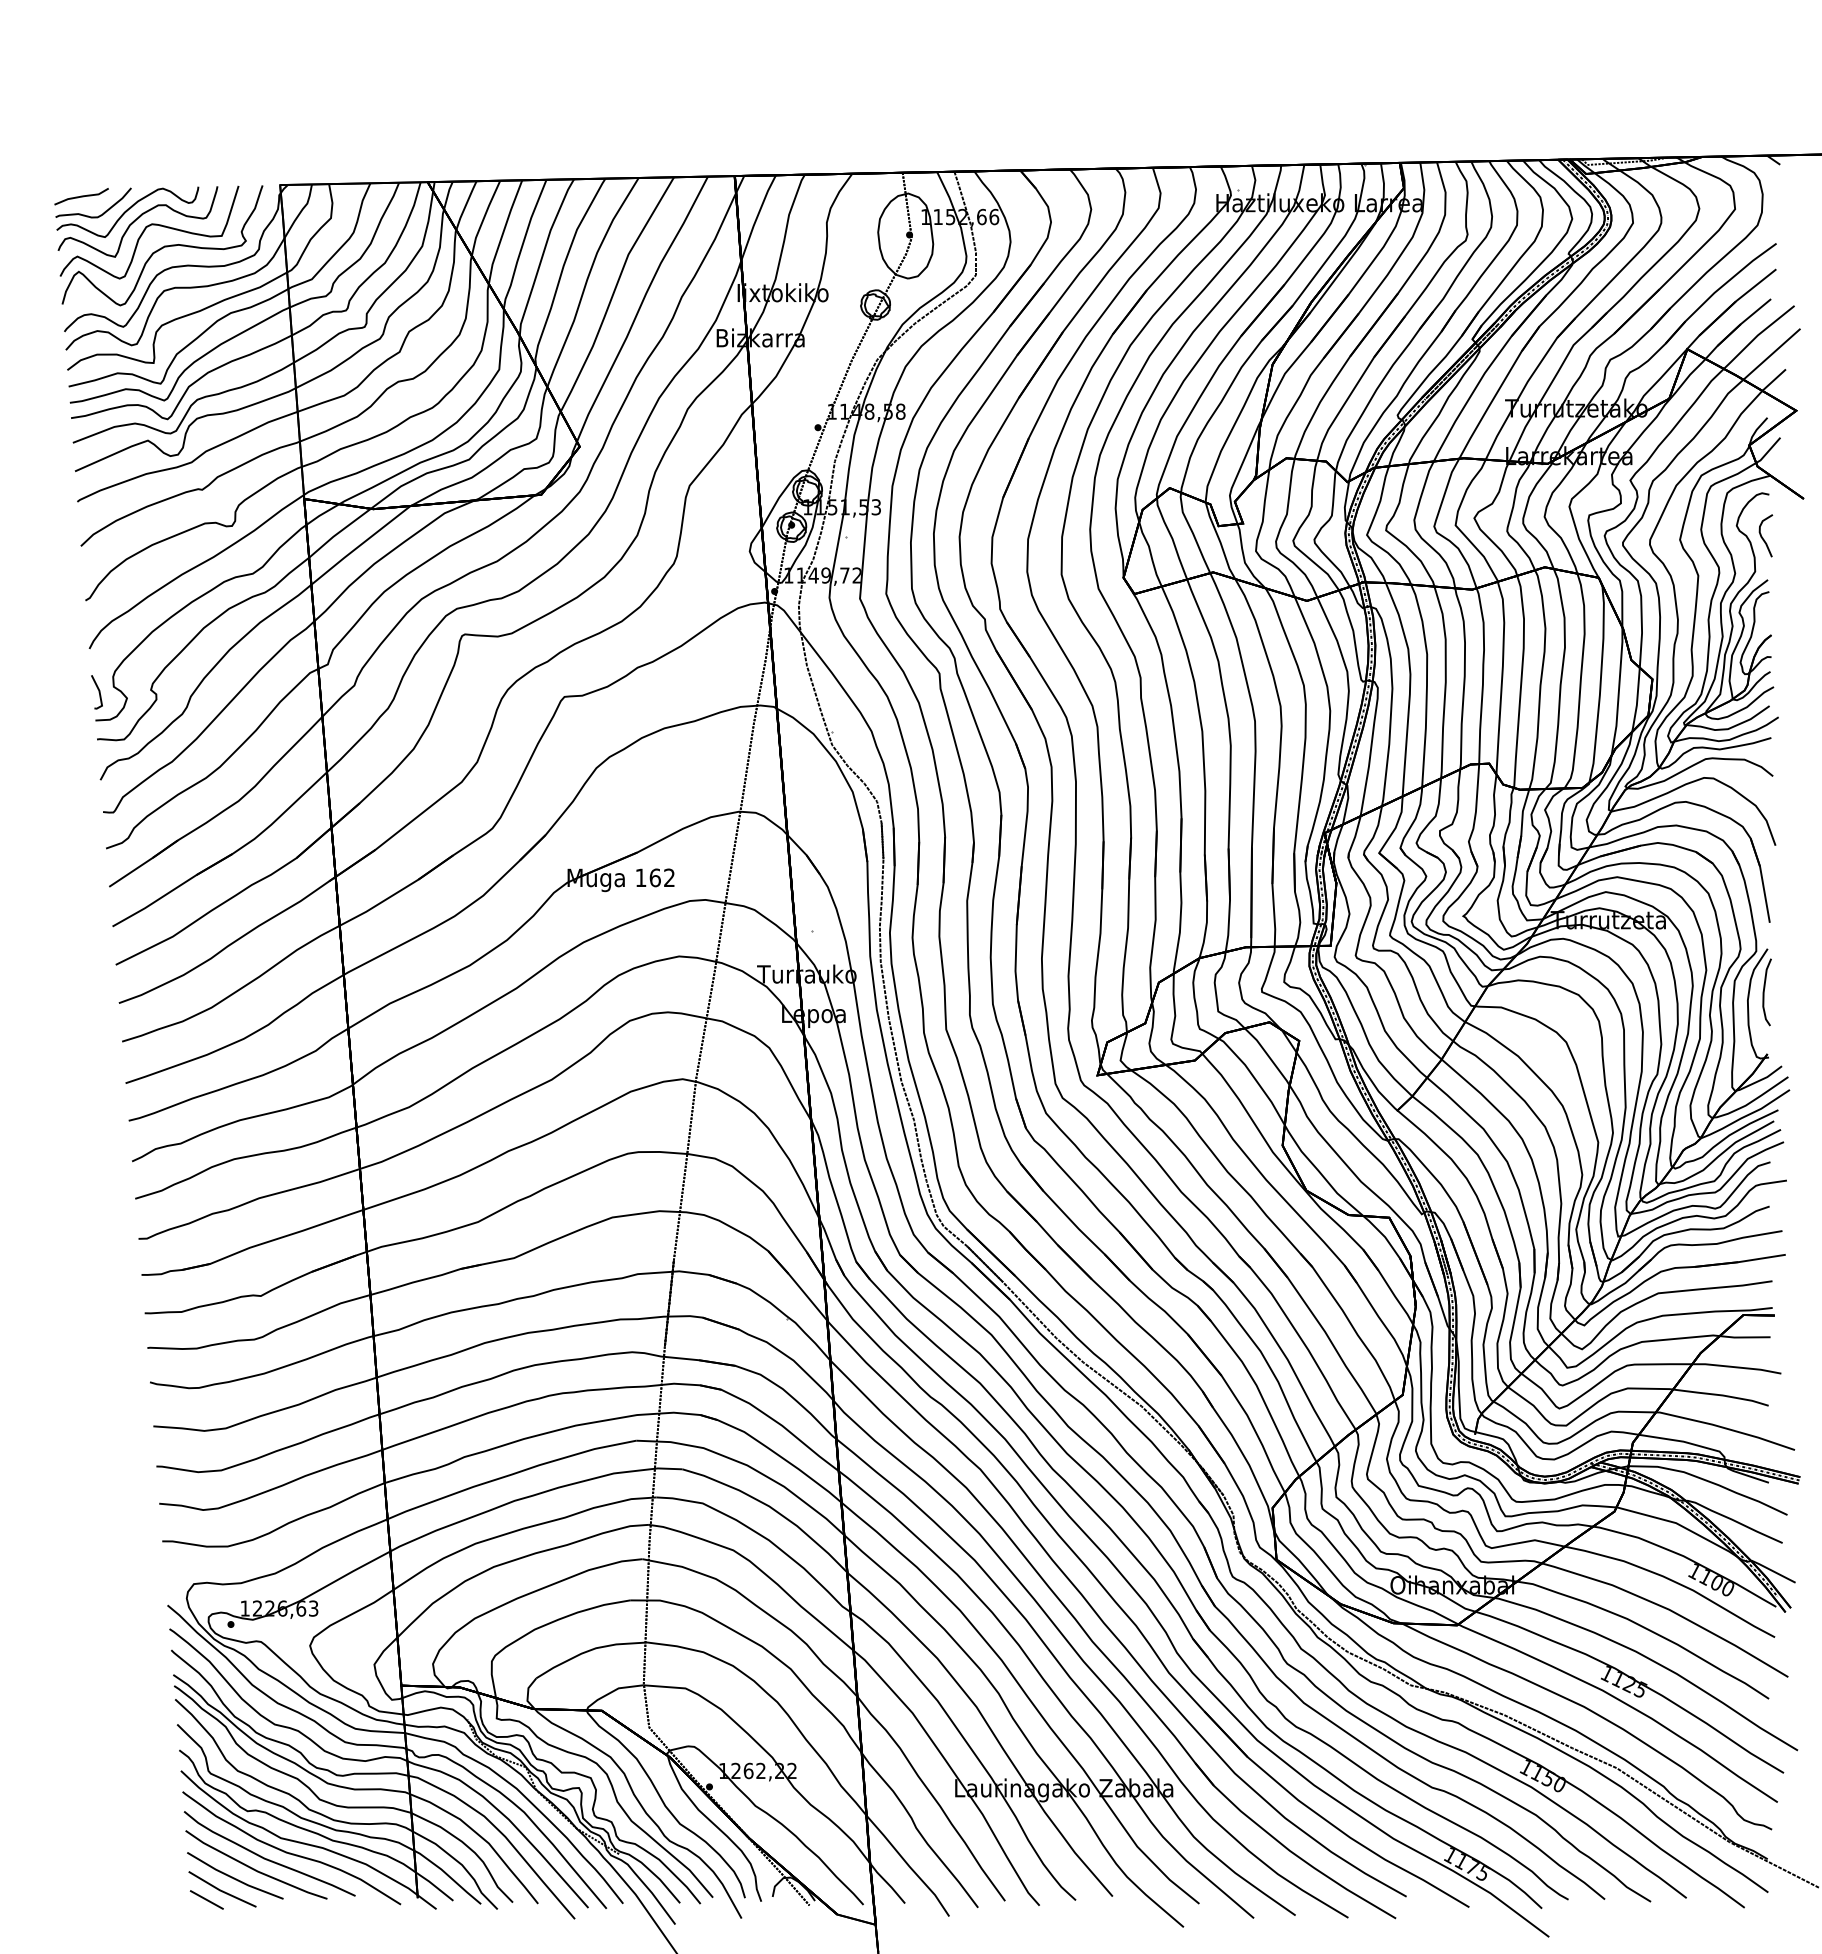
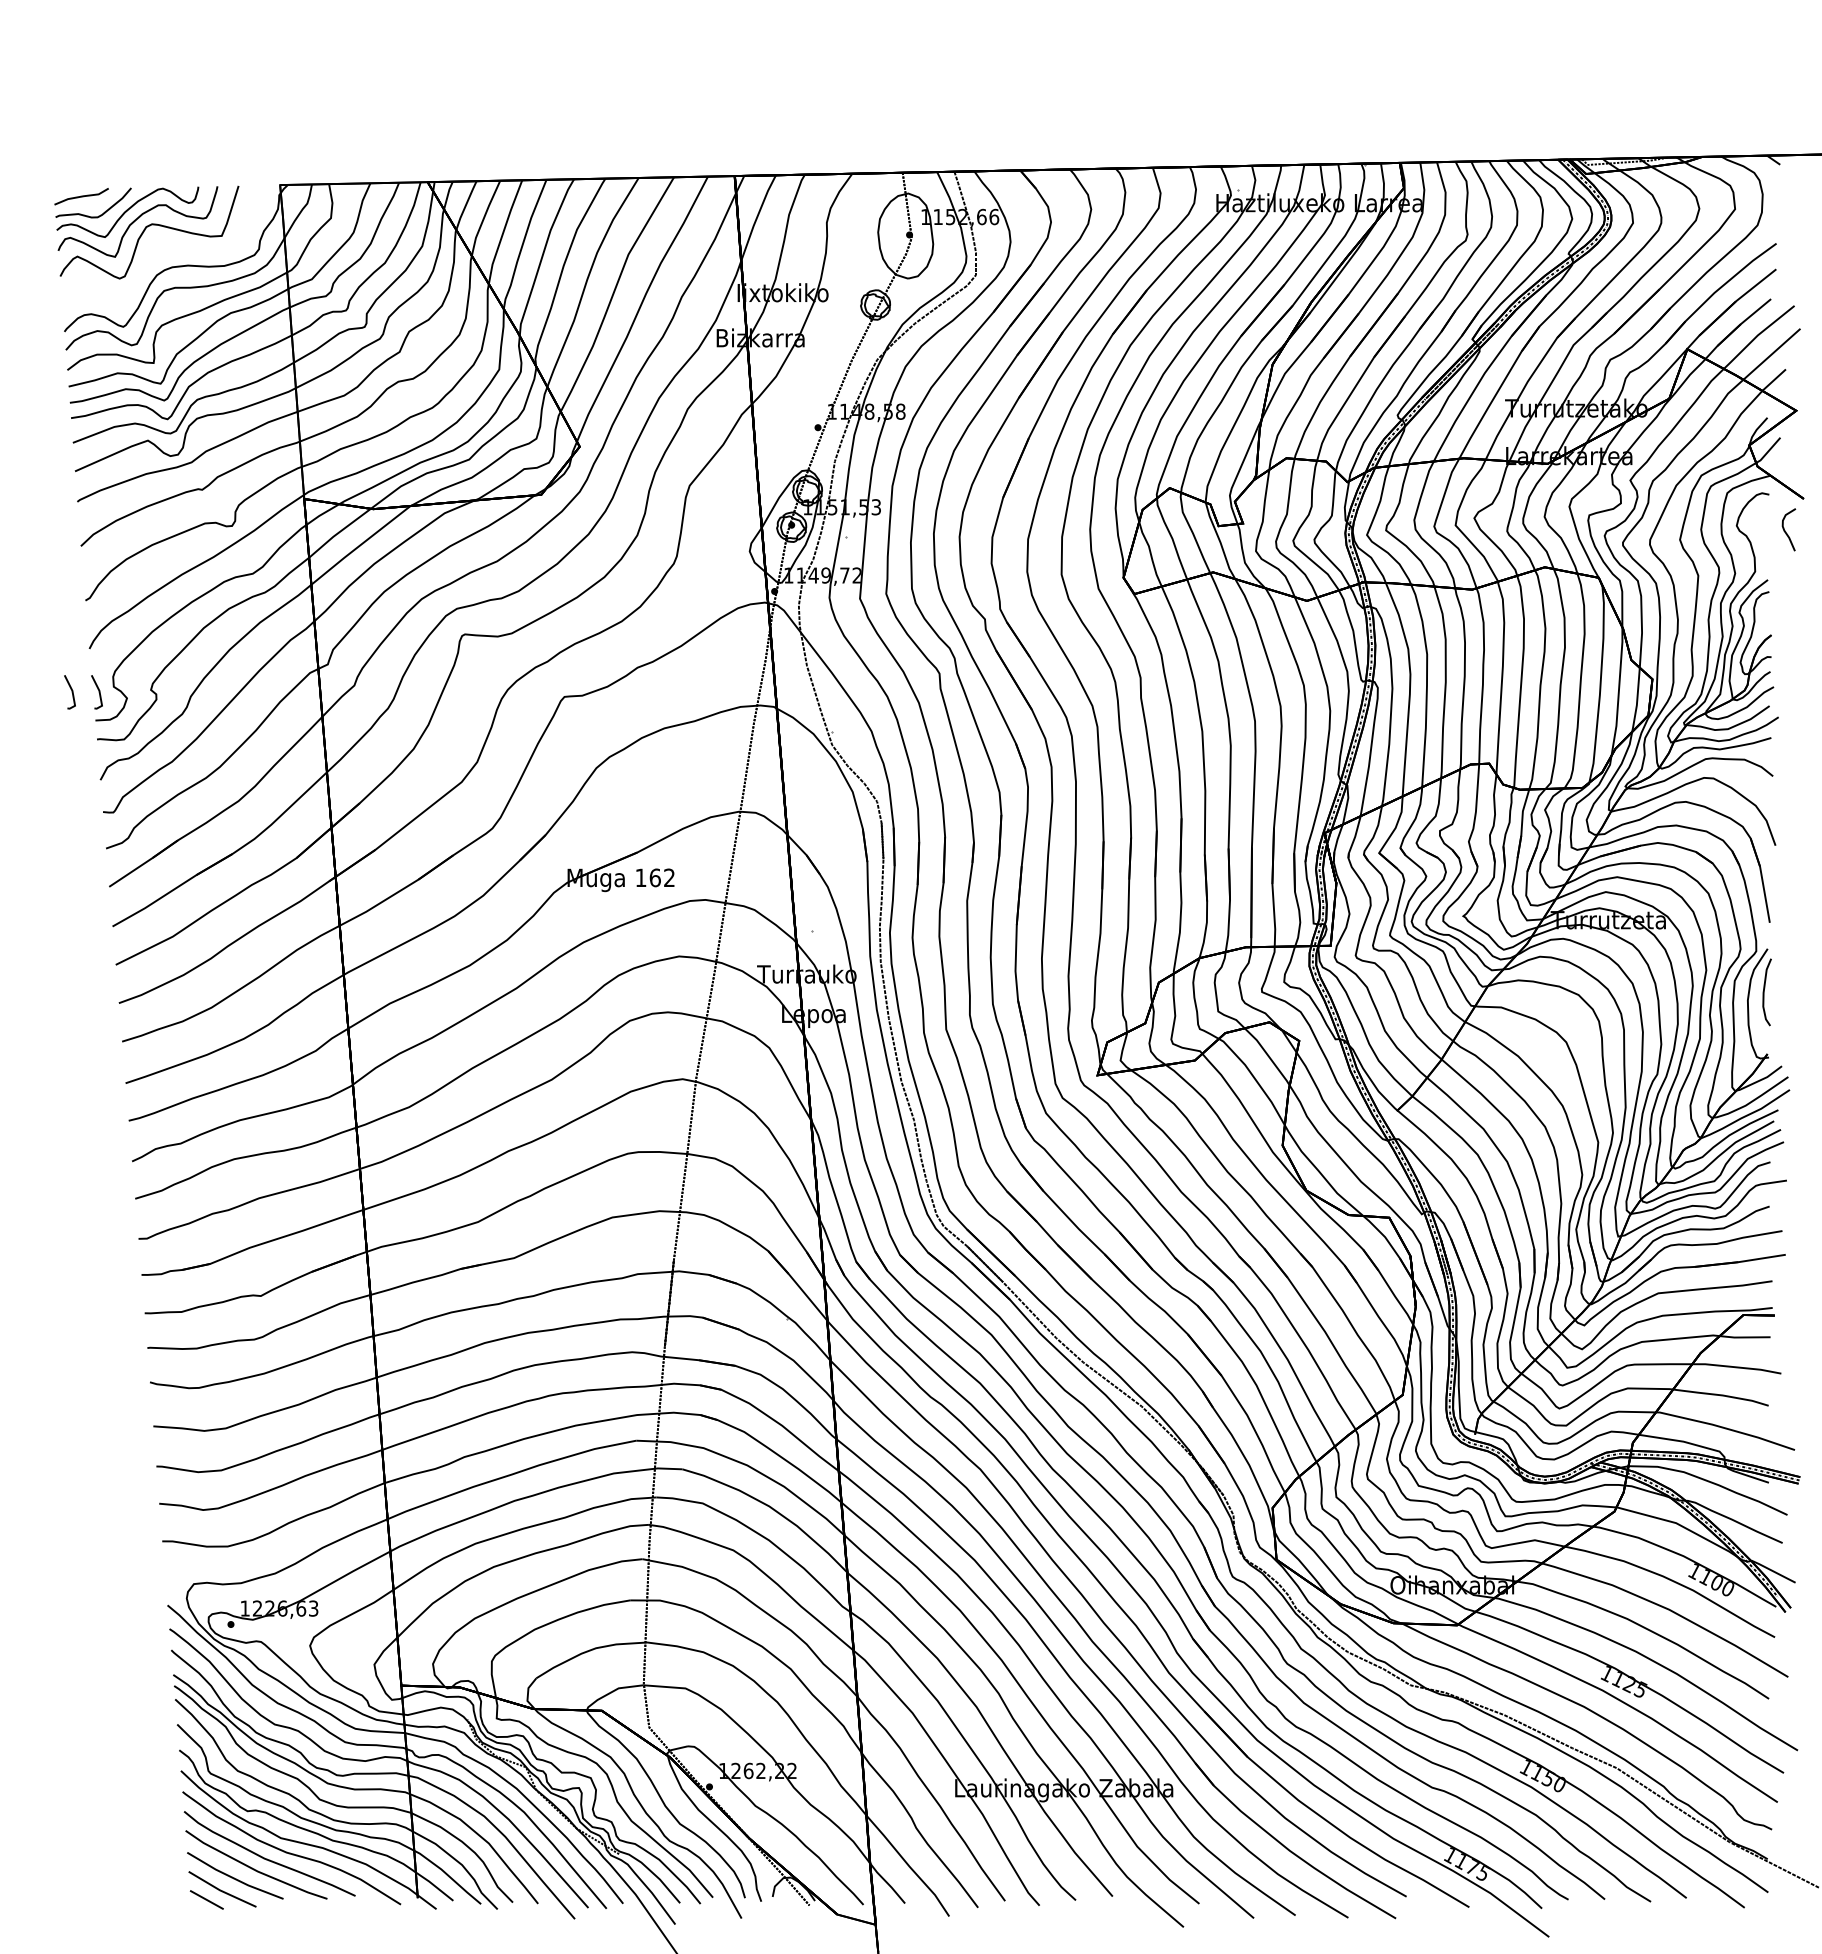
curve at (162, 246): present -> none
curve at (1763, 537) position: (1763, 537) -> (1786, 531)
line at (71, 692): none -> present
